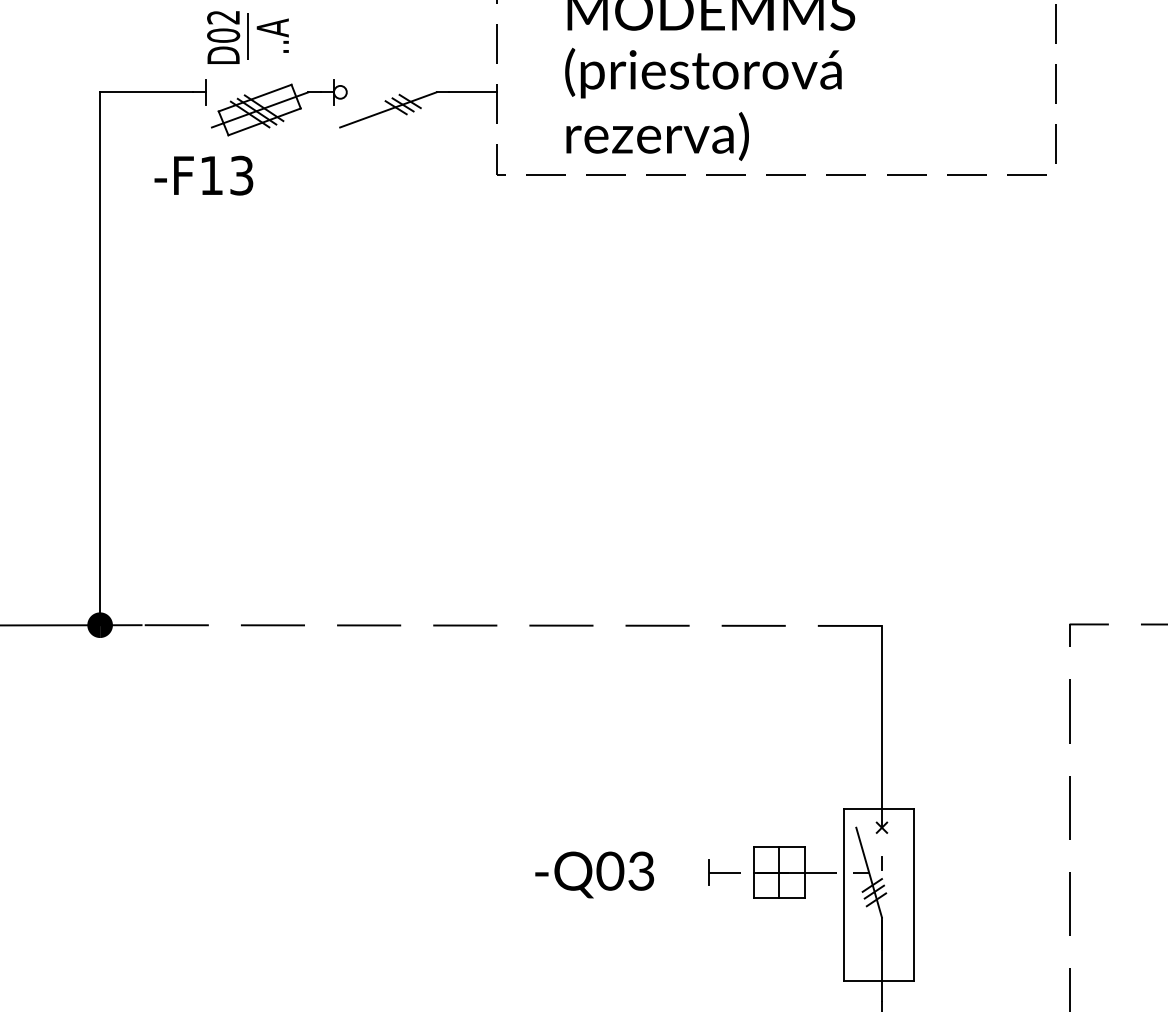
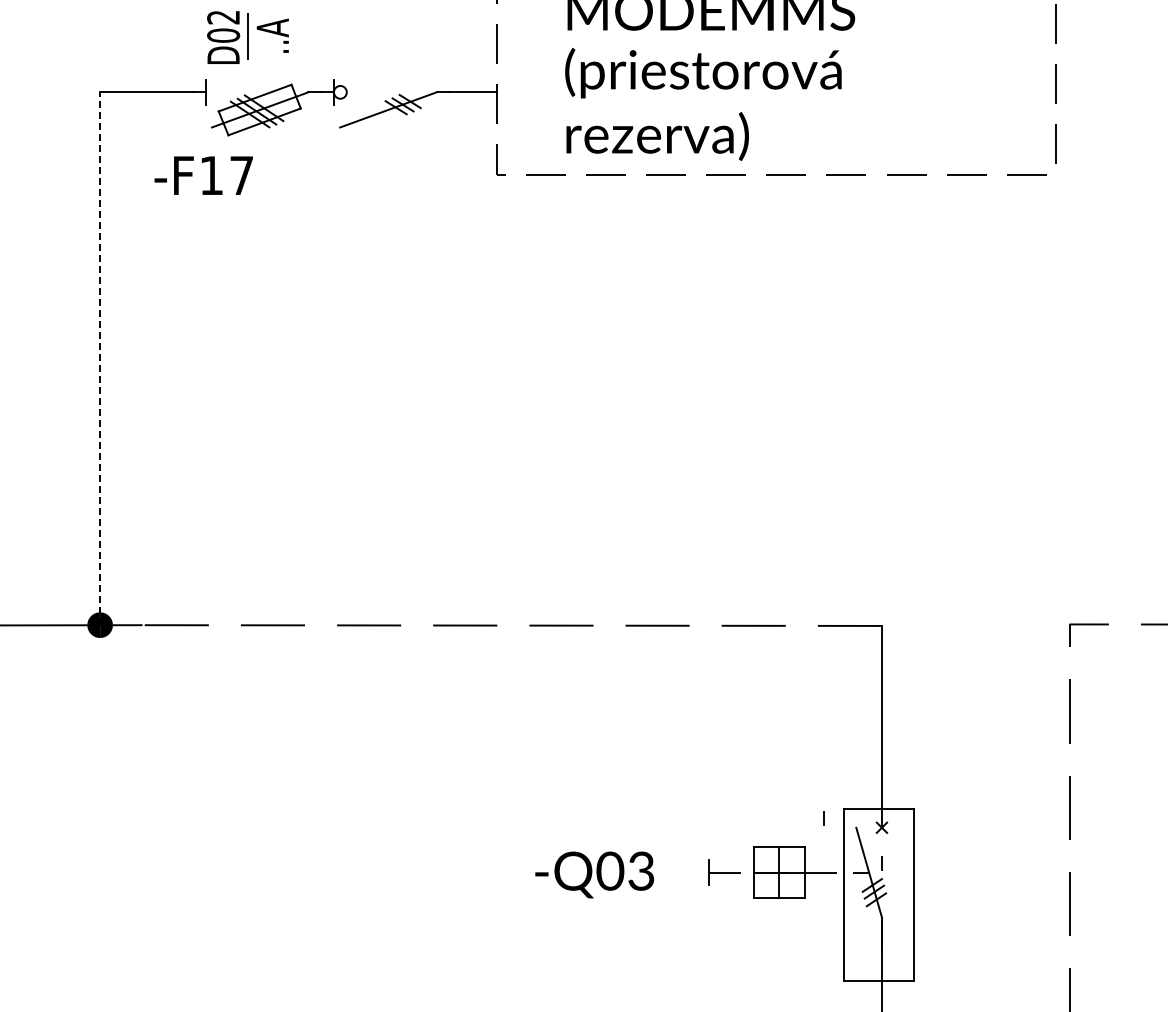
text at (241, 175): -F13 -> -F17
line at (100, 358): solid -> dashed
line at (823, 818): none -> present
